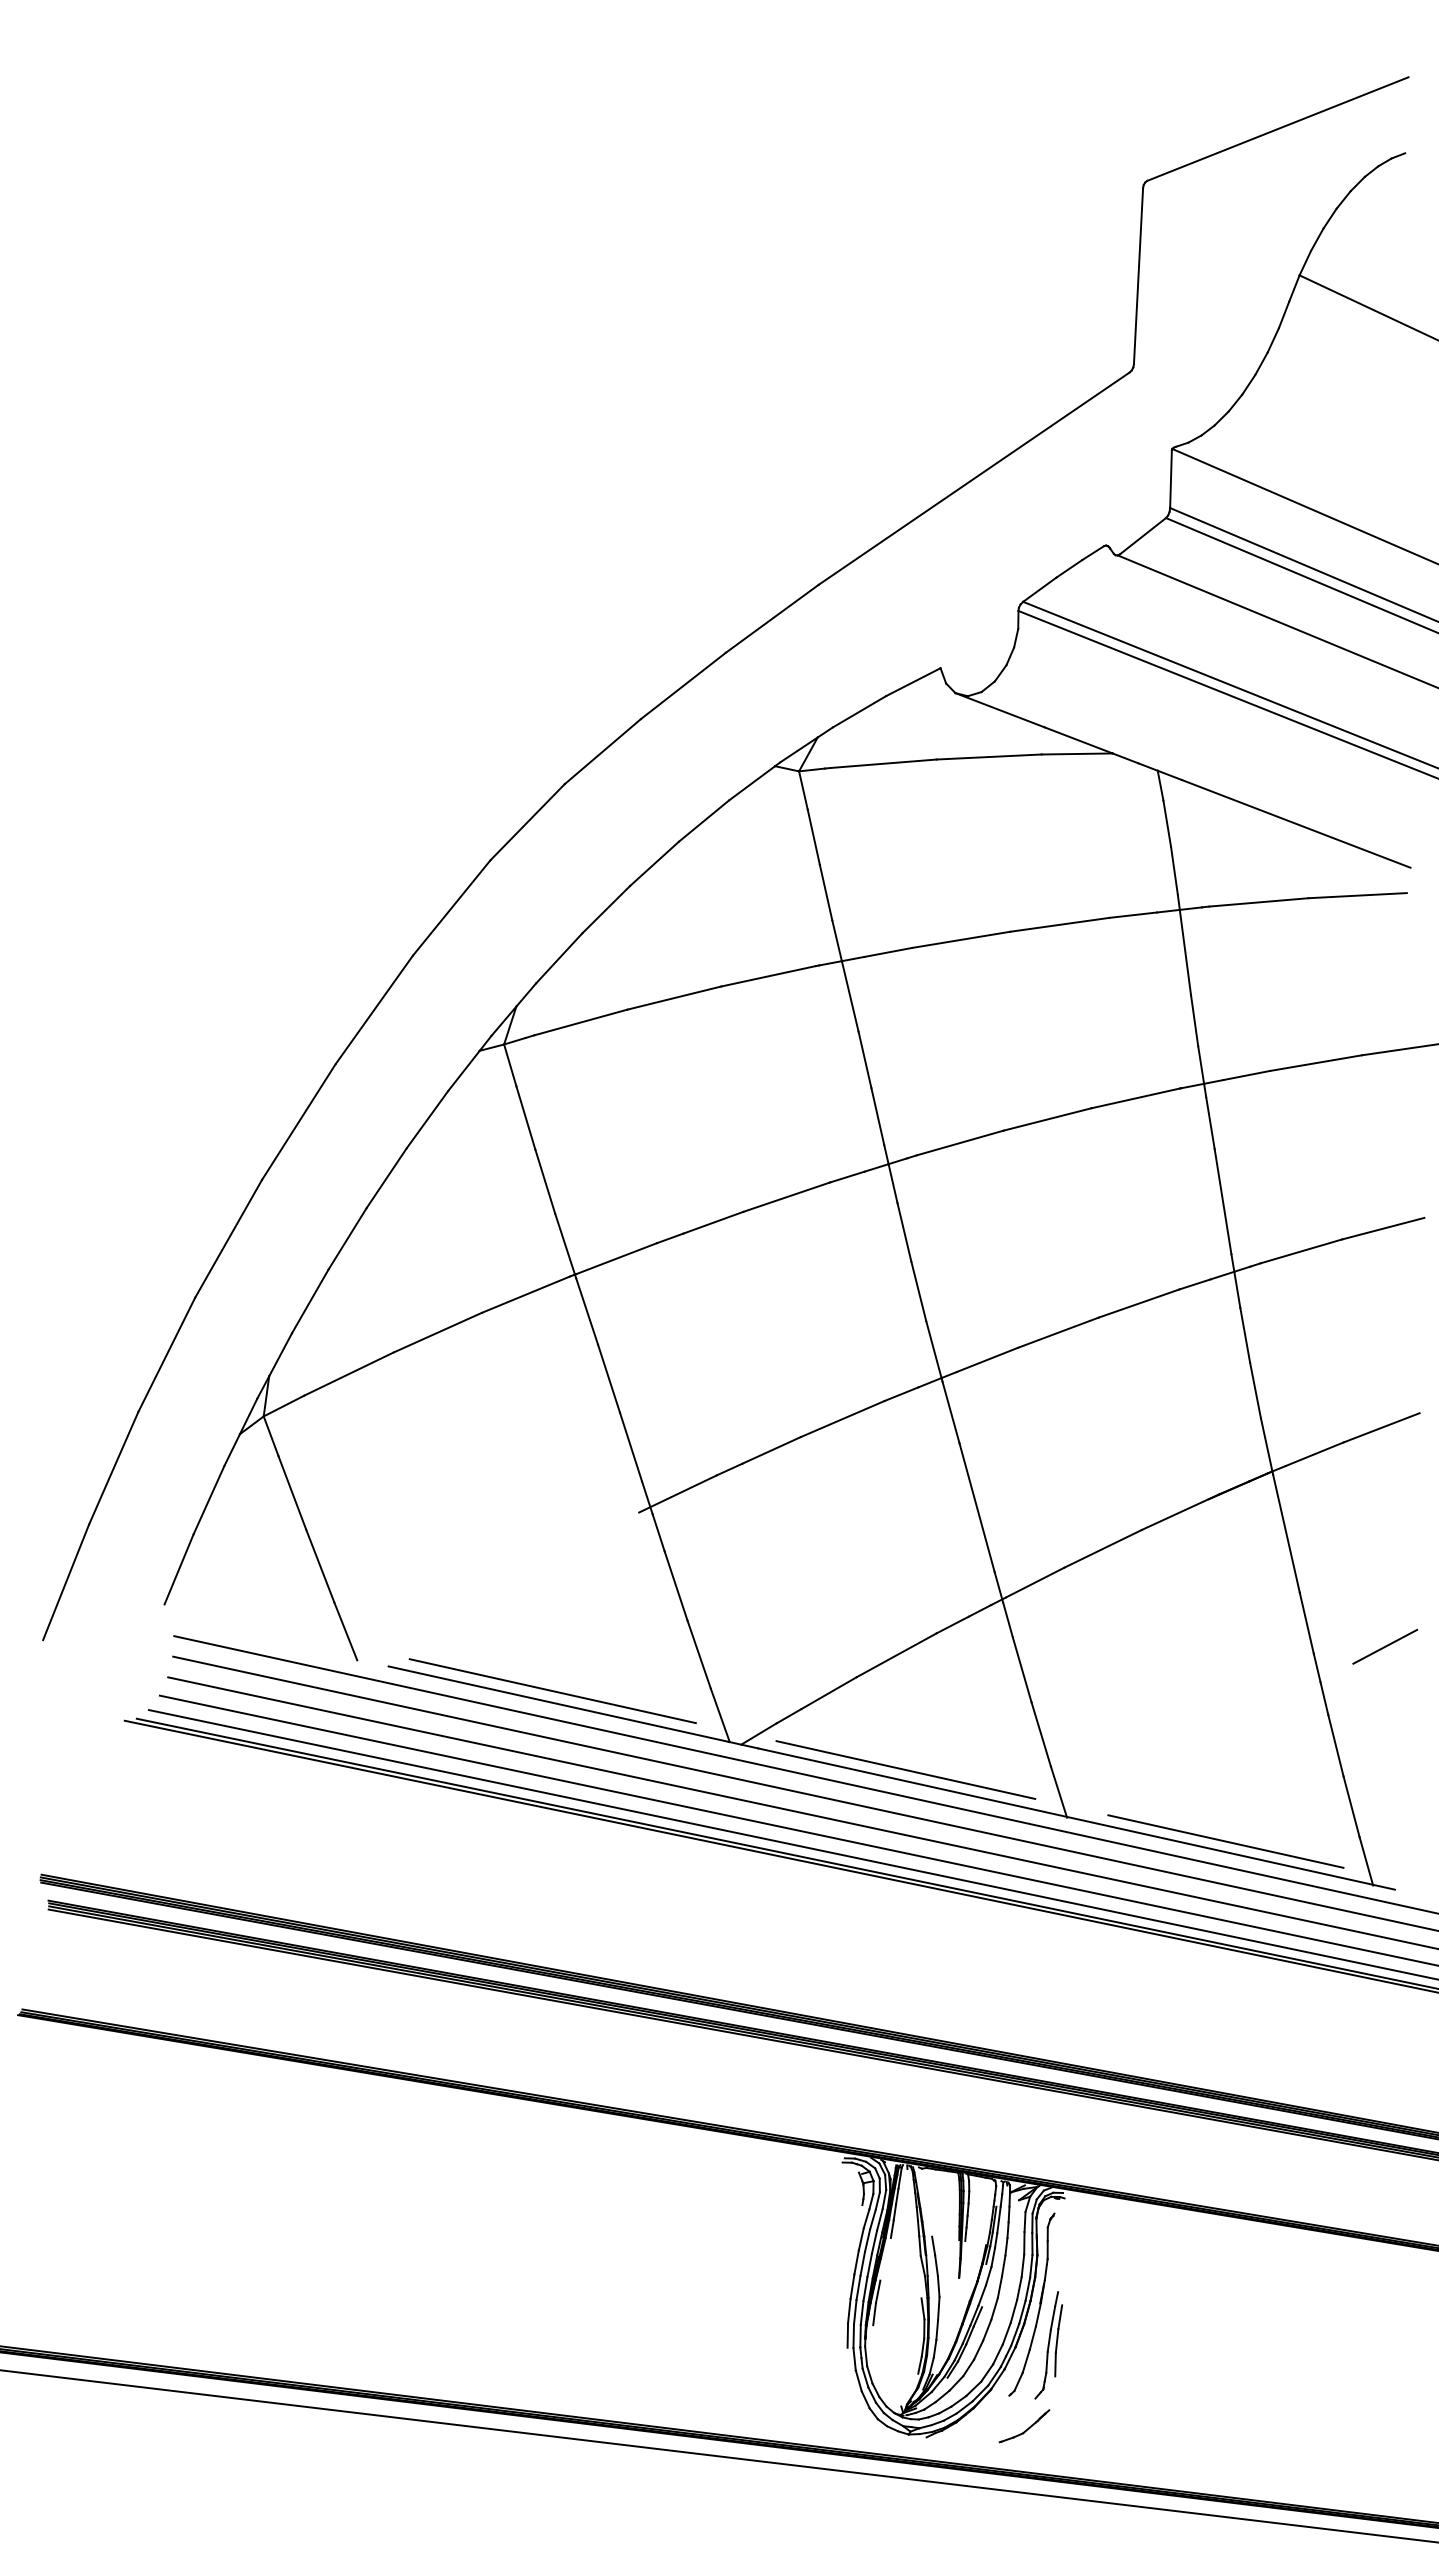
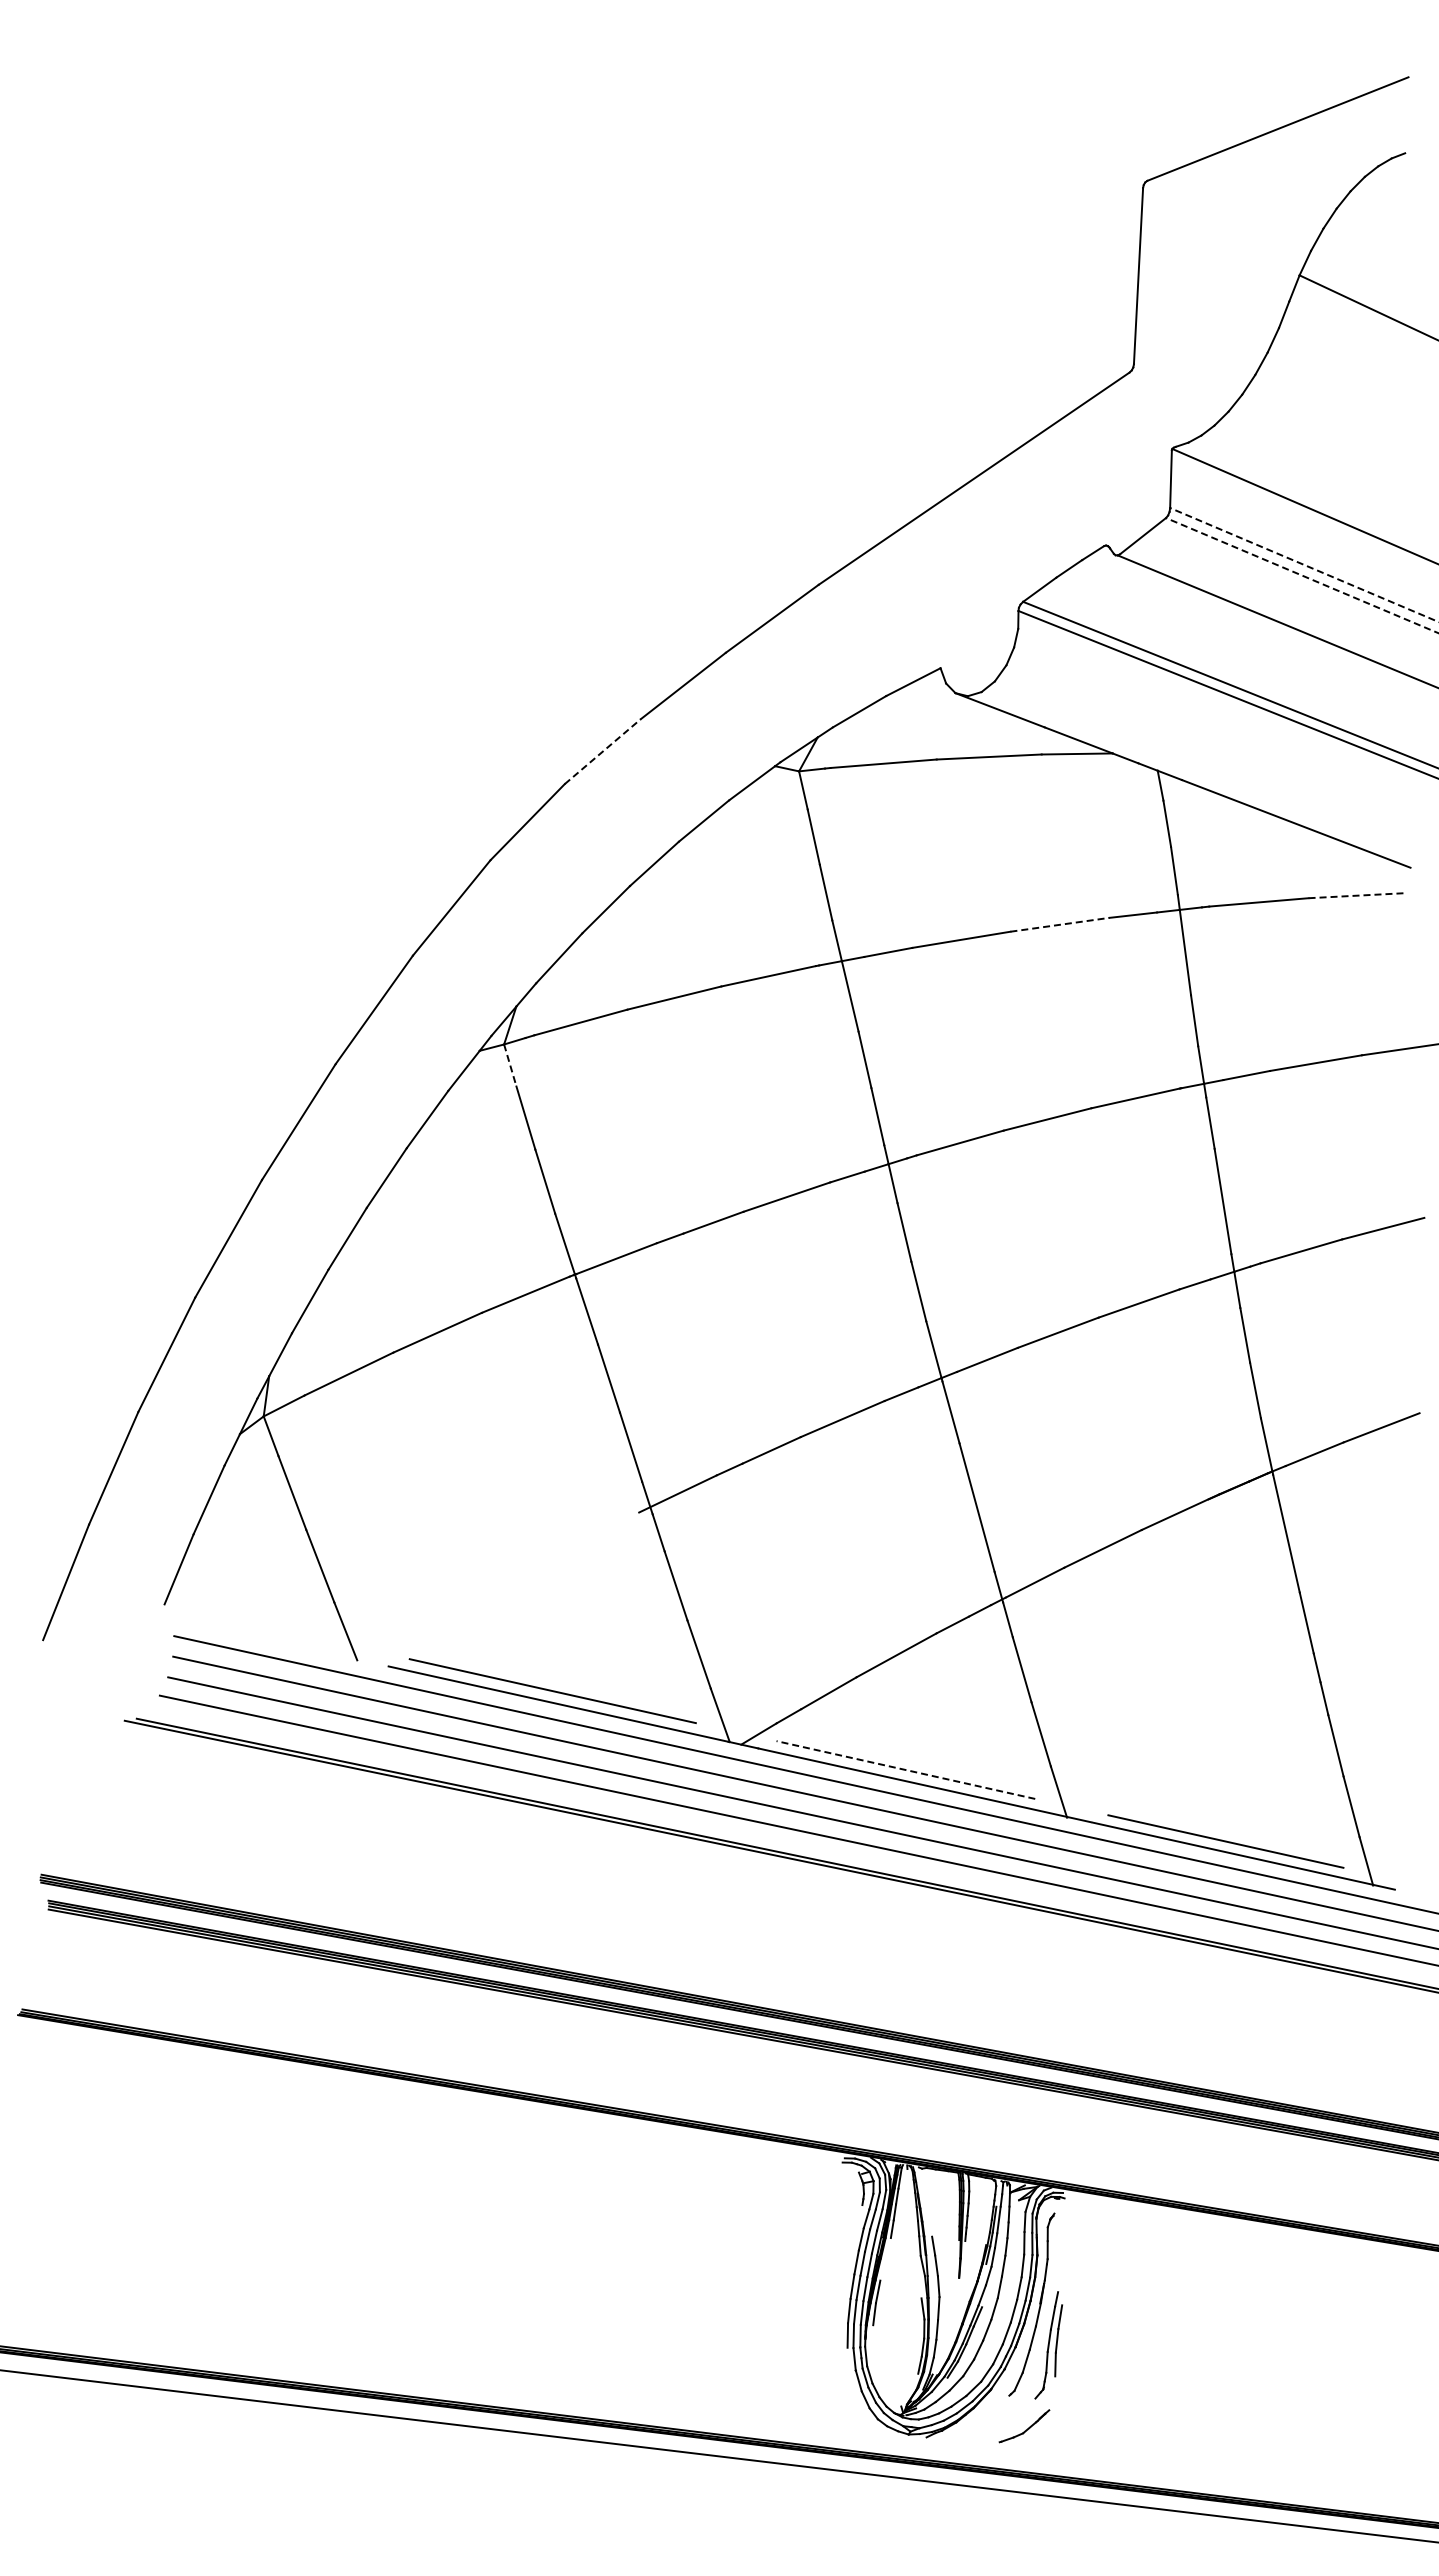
line at (1304, 565): solid -> dashed
line at (1302, 575): solid -> dashed
line at (603, 751): solid -> dashed
line at (1358, 895): solid -> dashed
line at (1060, 924): solid -> dashed
line at (510, 1065): solid -> dashed
line at (1385, 1646): present -> none
line at (905, 1770): solid -> dashed
line at (791, 1844): present -> none
